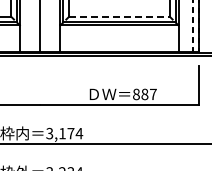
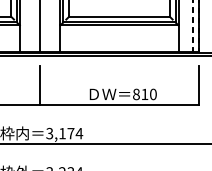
line at (119, 16): dashed -> solid
line at (40, 84): none -> present
text at (148, 94): 887 -> 810
